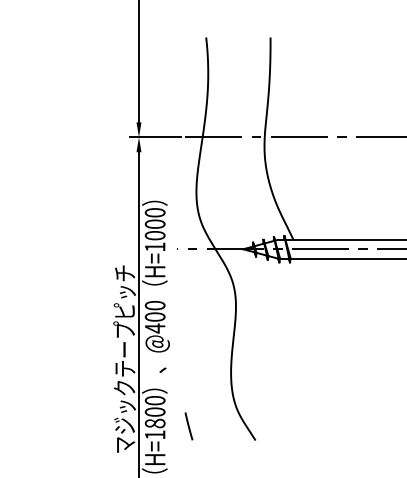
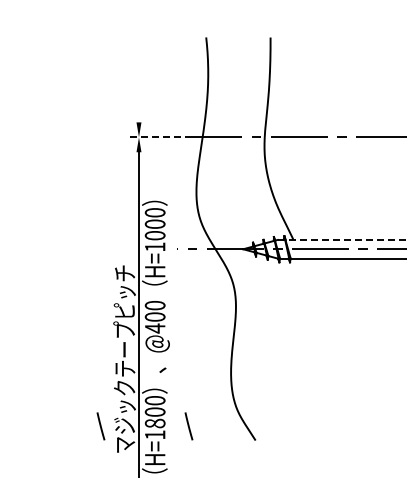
line at (138, 62): present -> none
line at (155, 137): solid -> dashed
line at (341, 239): solid -> dashed
line at (100, 426): none -> present
